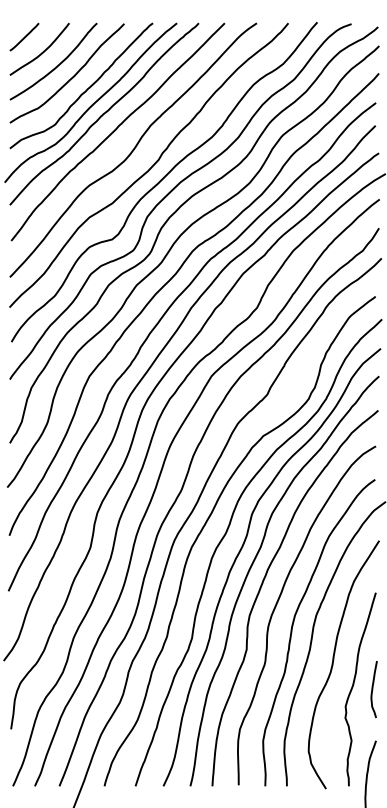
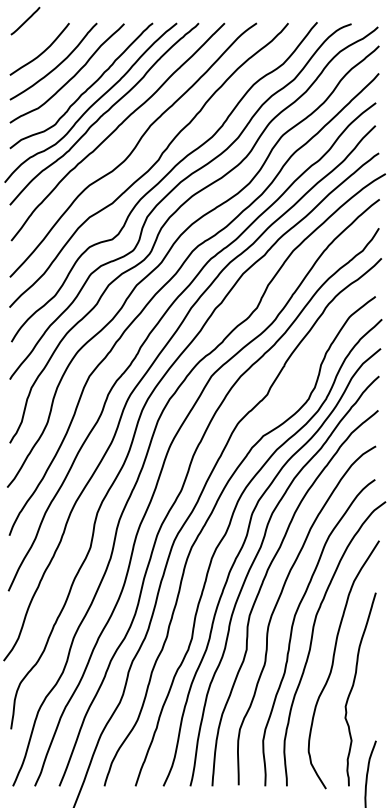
line at (24, 36) position: (24, 36) -> (25, 20)
curve at (373, 689): present -> none
